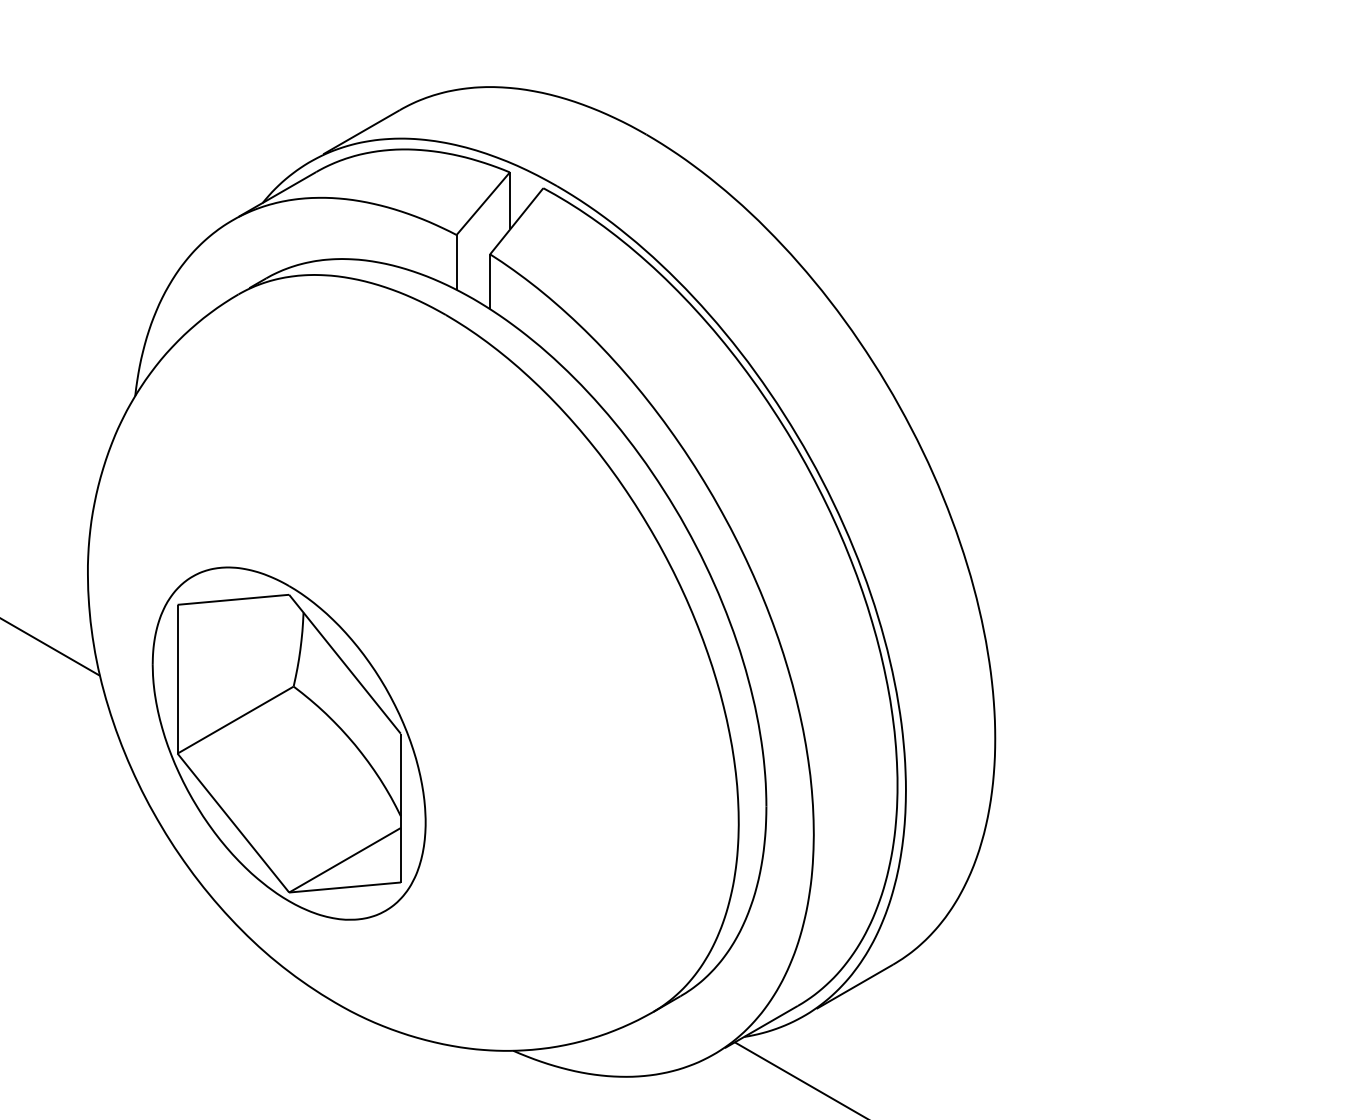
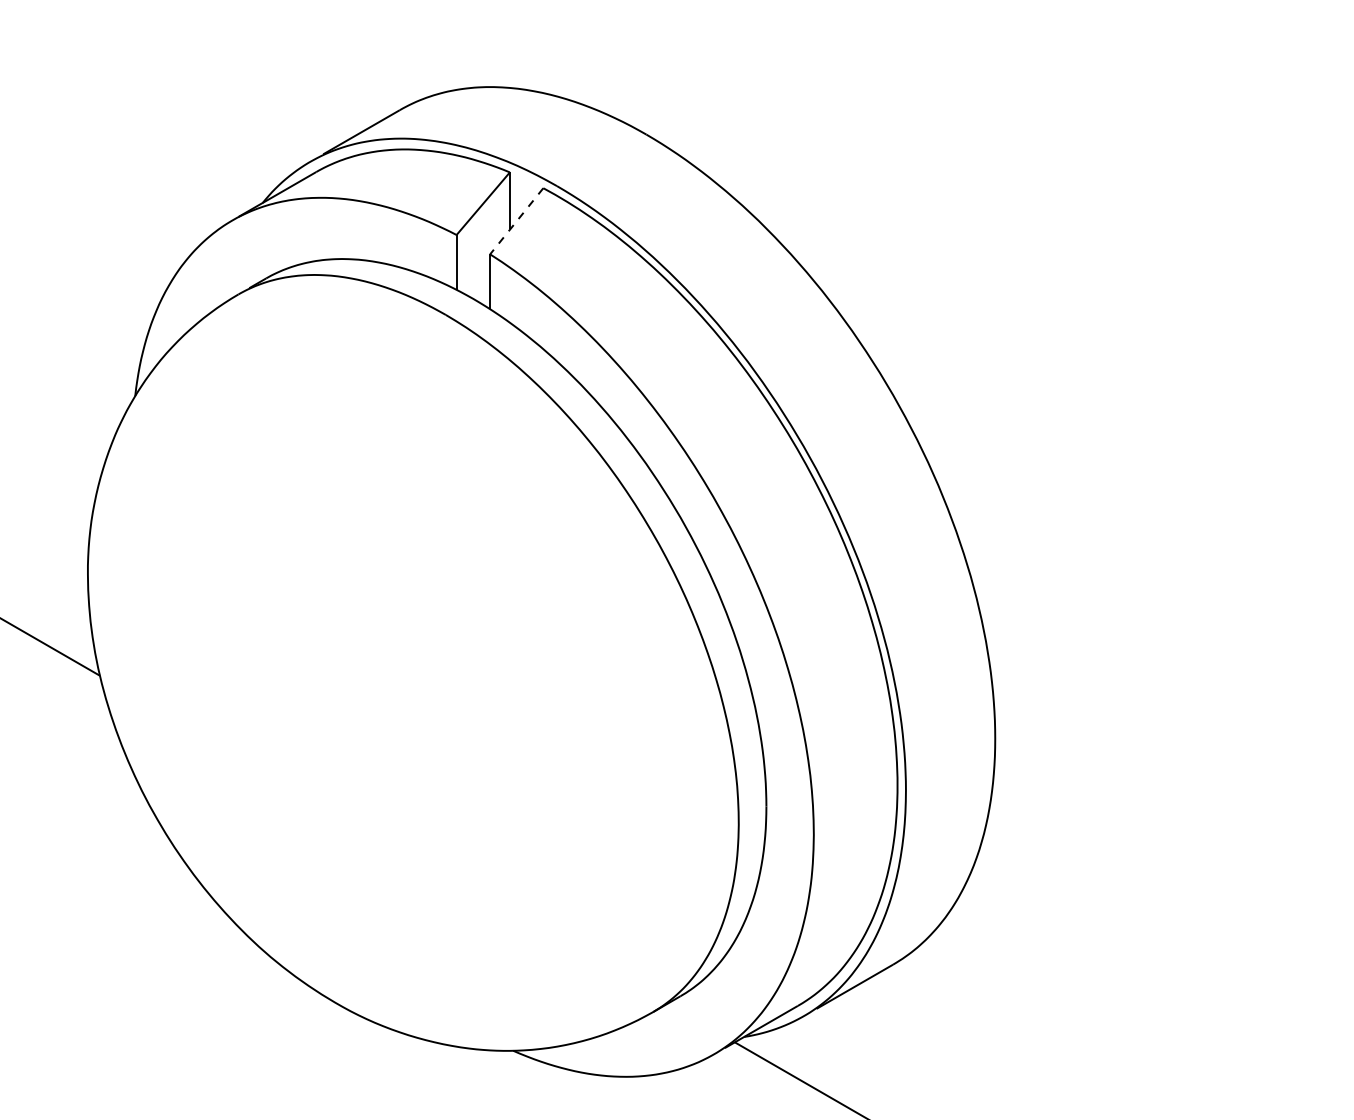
line at (516, 221): solid -> dashed
part at (288, 743): present -> none
